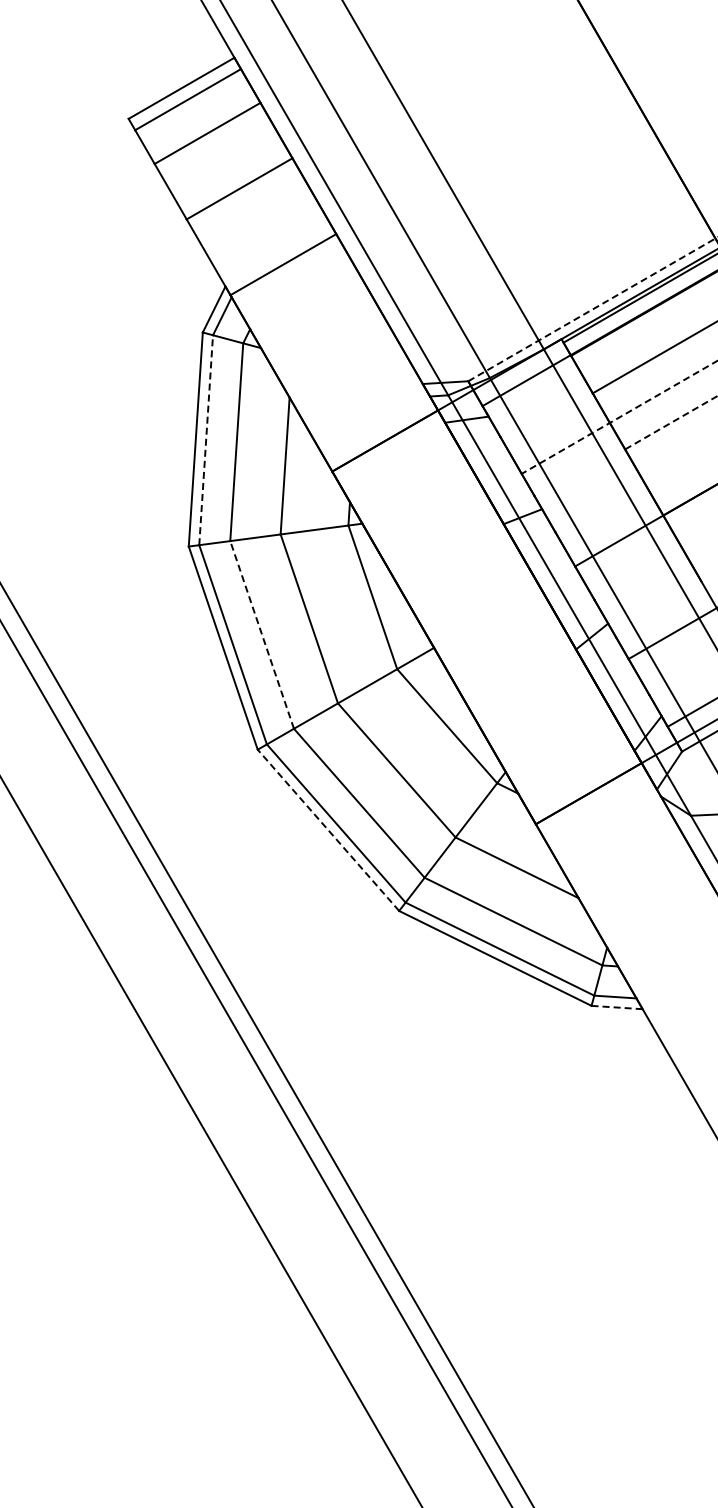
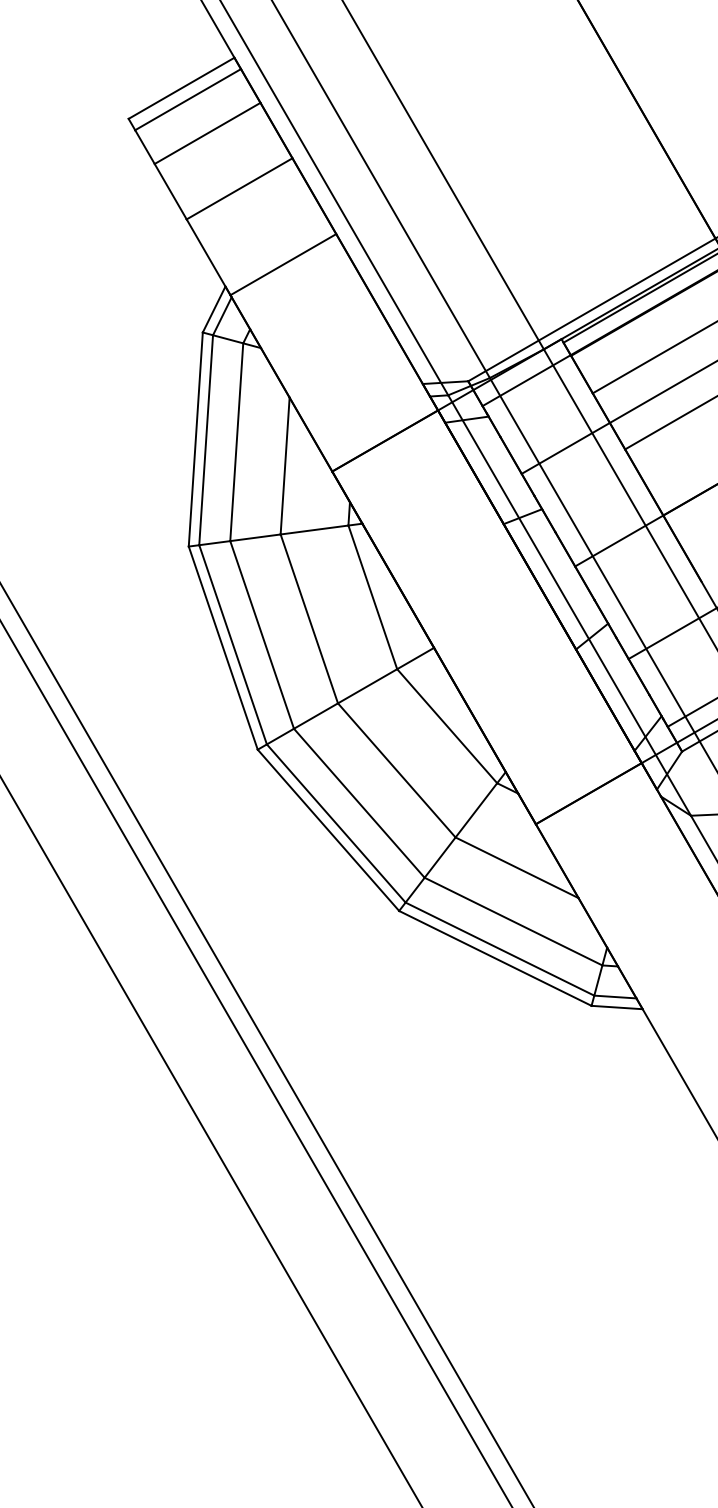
line at (592, 309): dashed -> solid
line at (619, 417): dashed -> solid
line at (671, 422): dashed -> solid
line at (206, 439): dashed -> solid
line at (261, 634): dashed -> solid
line at (328, 829): dashed -> solid
line at (617, 1007): dashed -> solid
